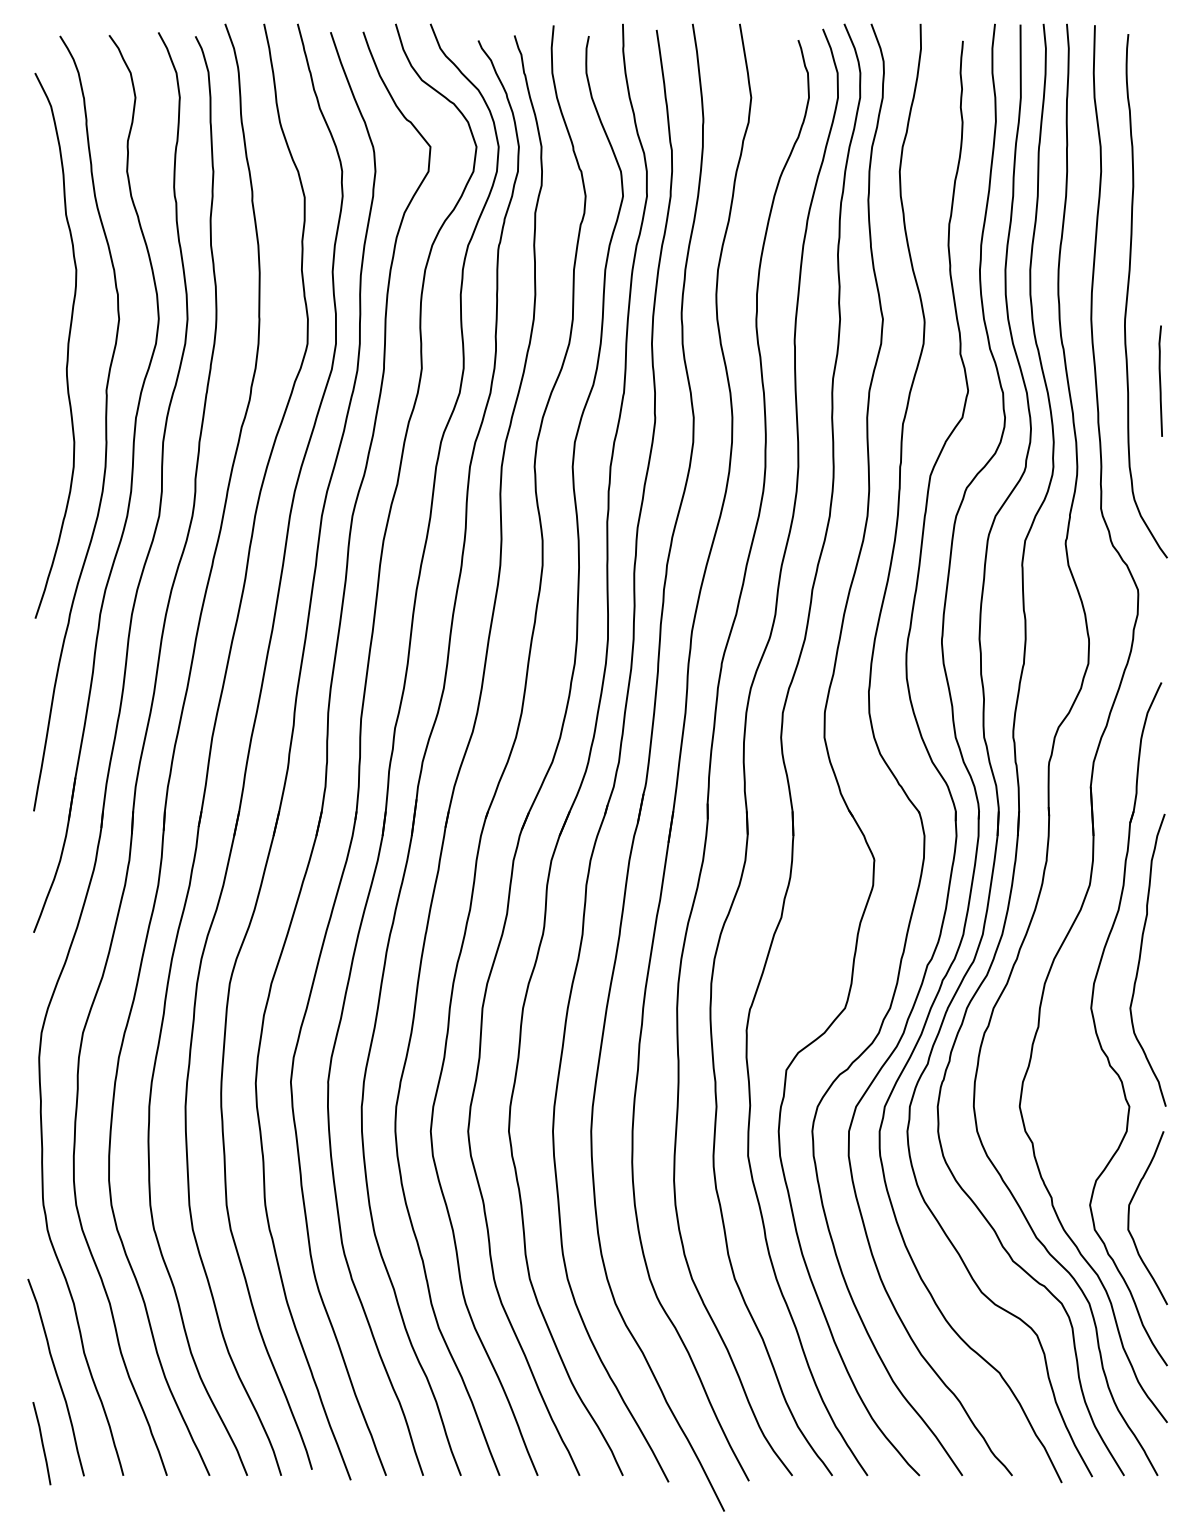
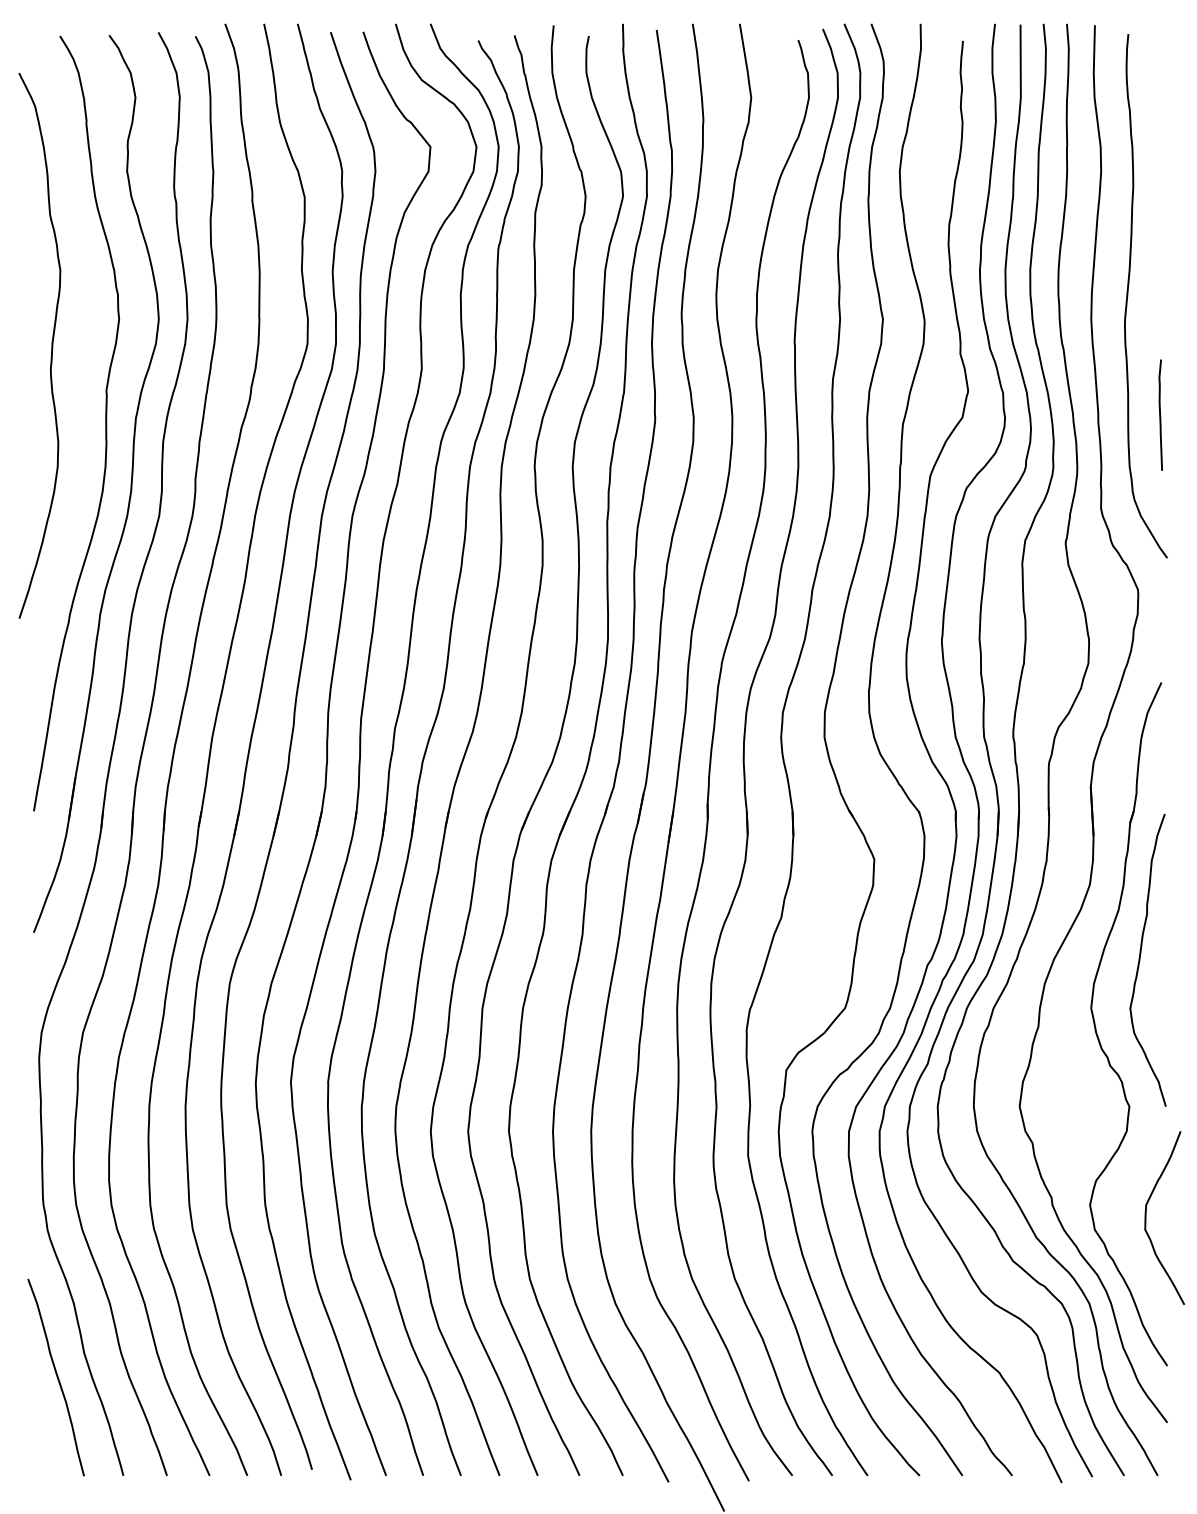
curve at (67, 345) position: (67, 345) -> (51, 345)
curve at (1160, 380) position: (1160, 380) -> (1160, 414)
curve at (1129, 1218) position: (1129, 1218) -> (1146, 1218)
line at (41, 1443): present -> none
